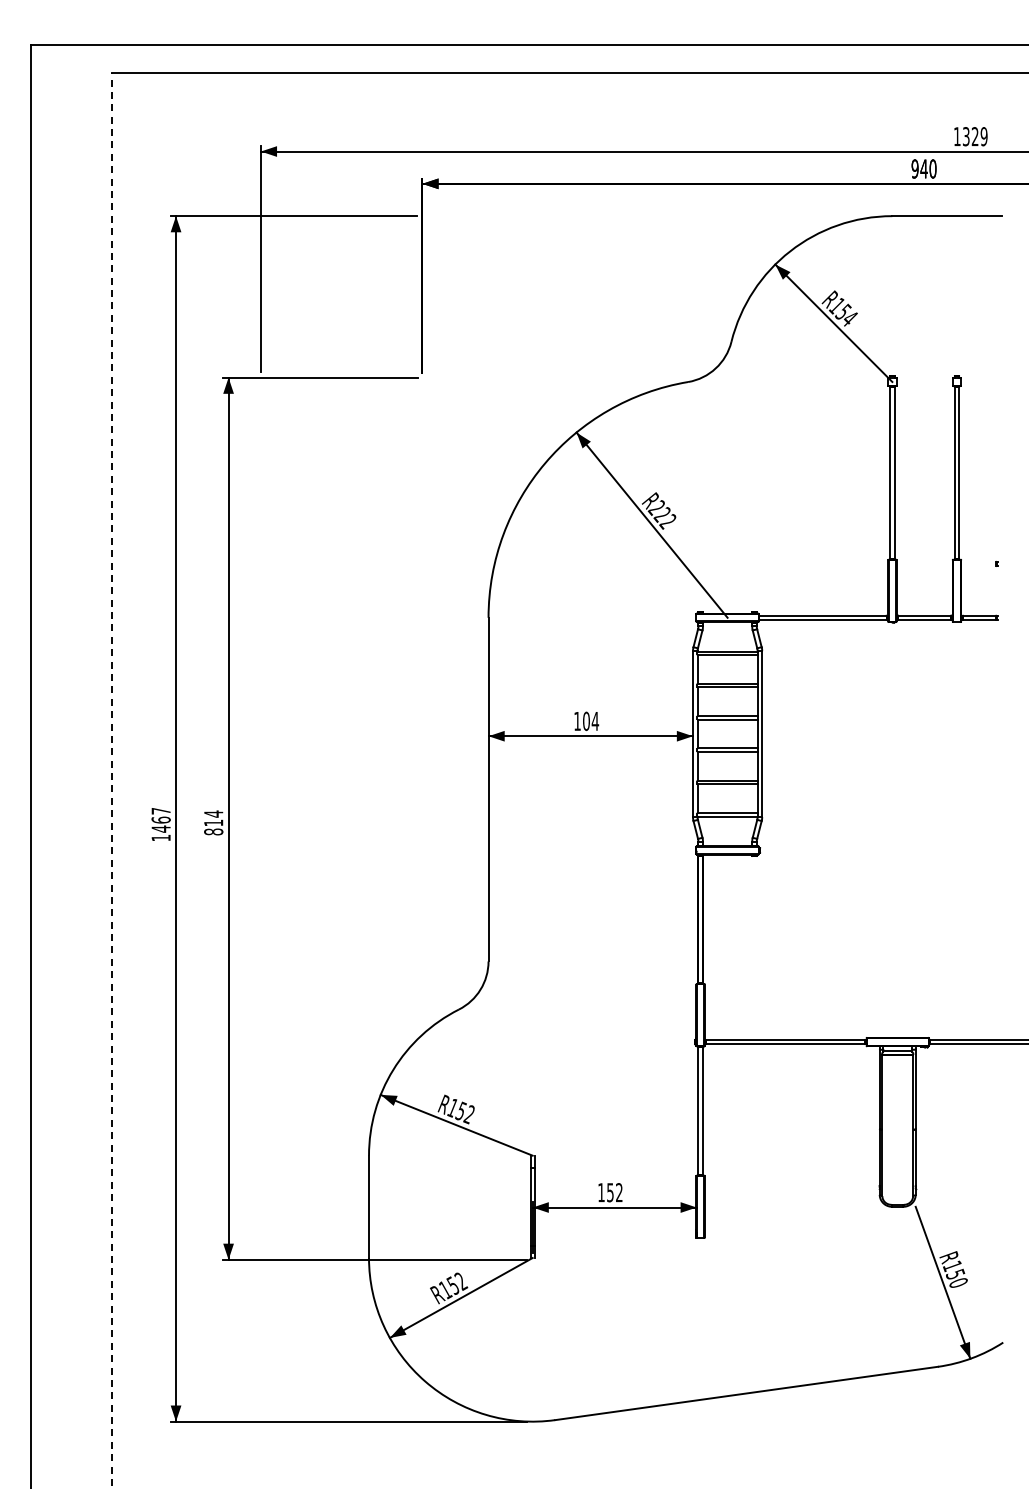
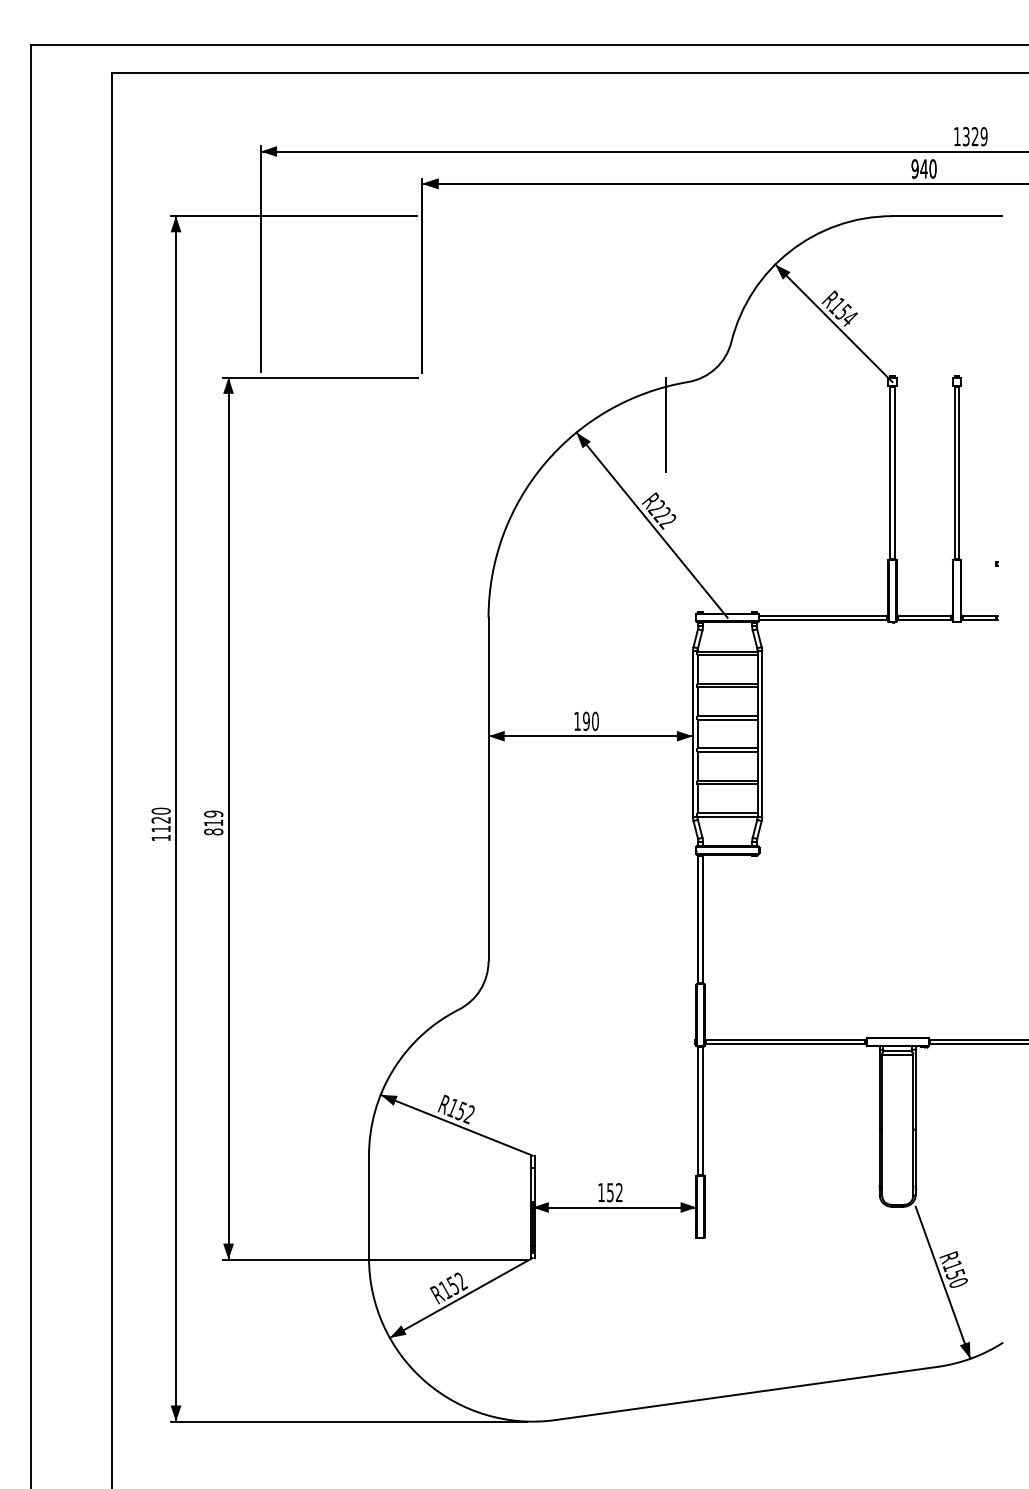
line at (665, 424): none -> present
text at (591, 721): 104 -> 190
line at (111, 780): dashed -> solid
text at (213, 813): 814 -> 819
text at (160, 819): 1467 -> 1120
